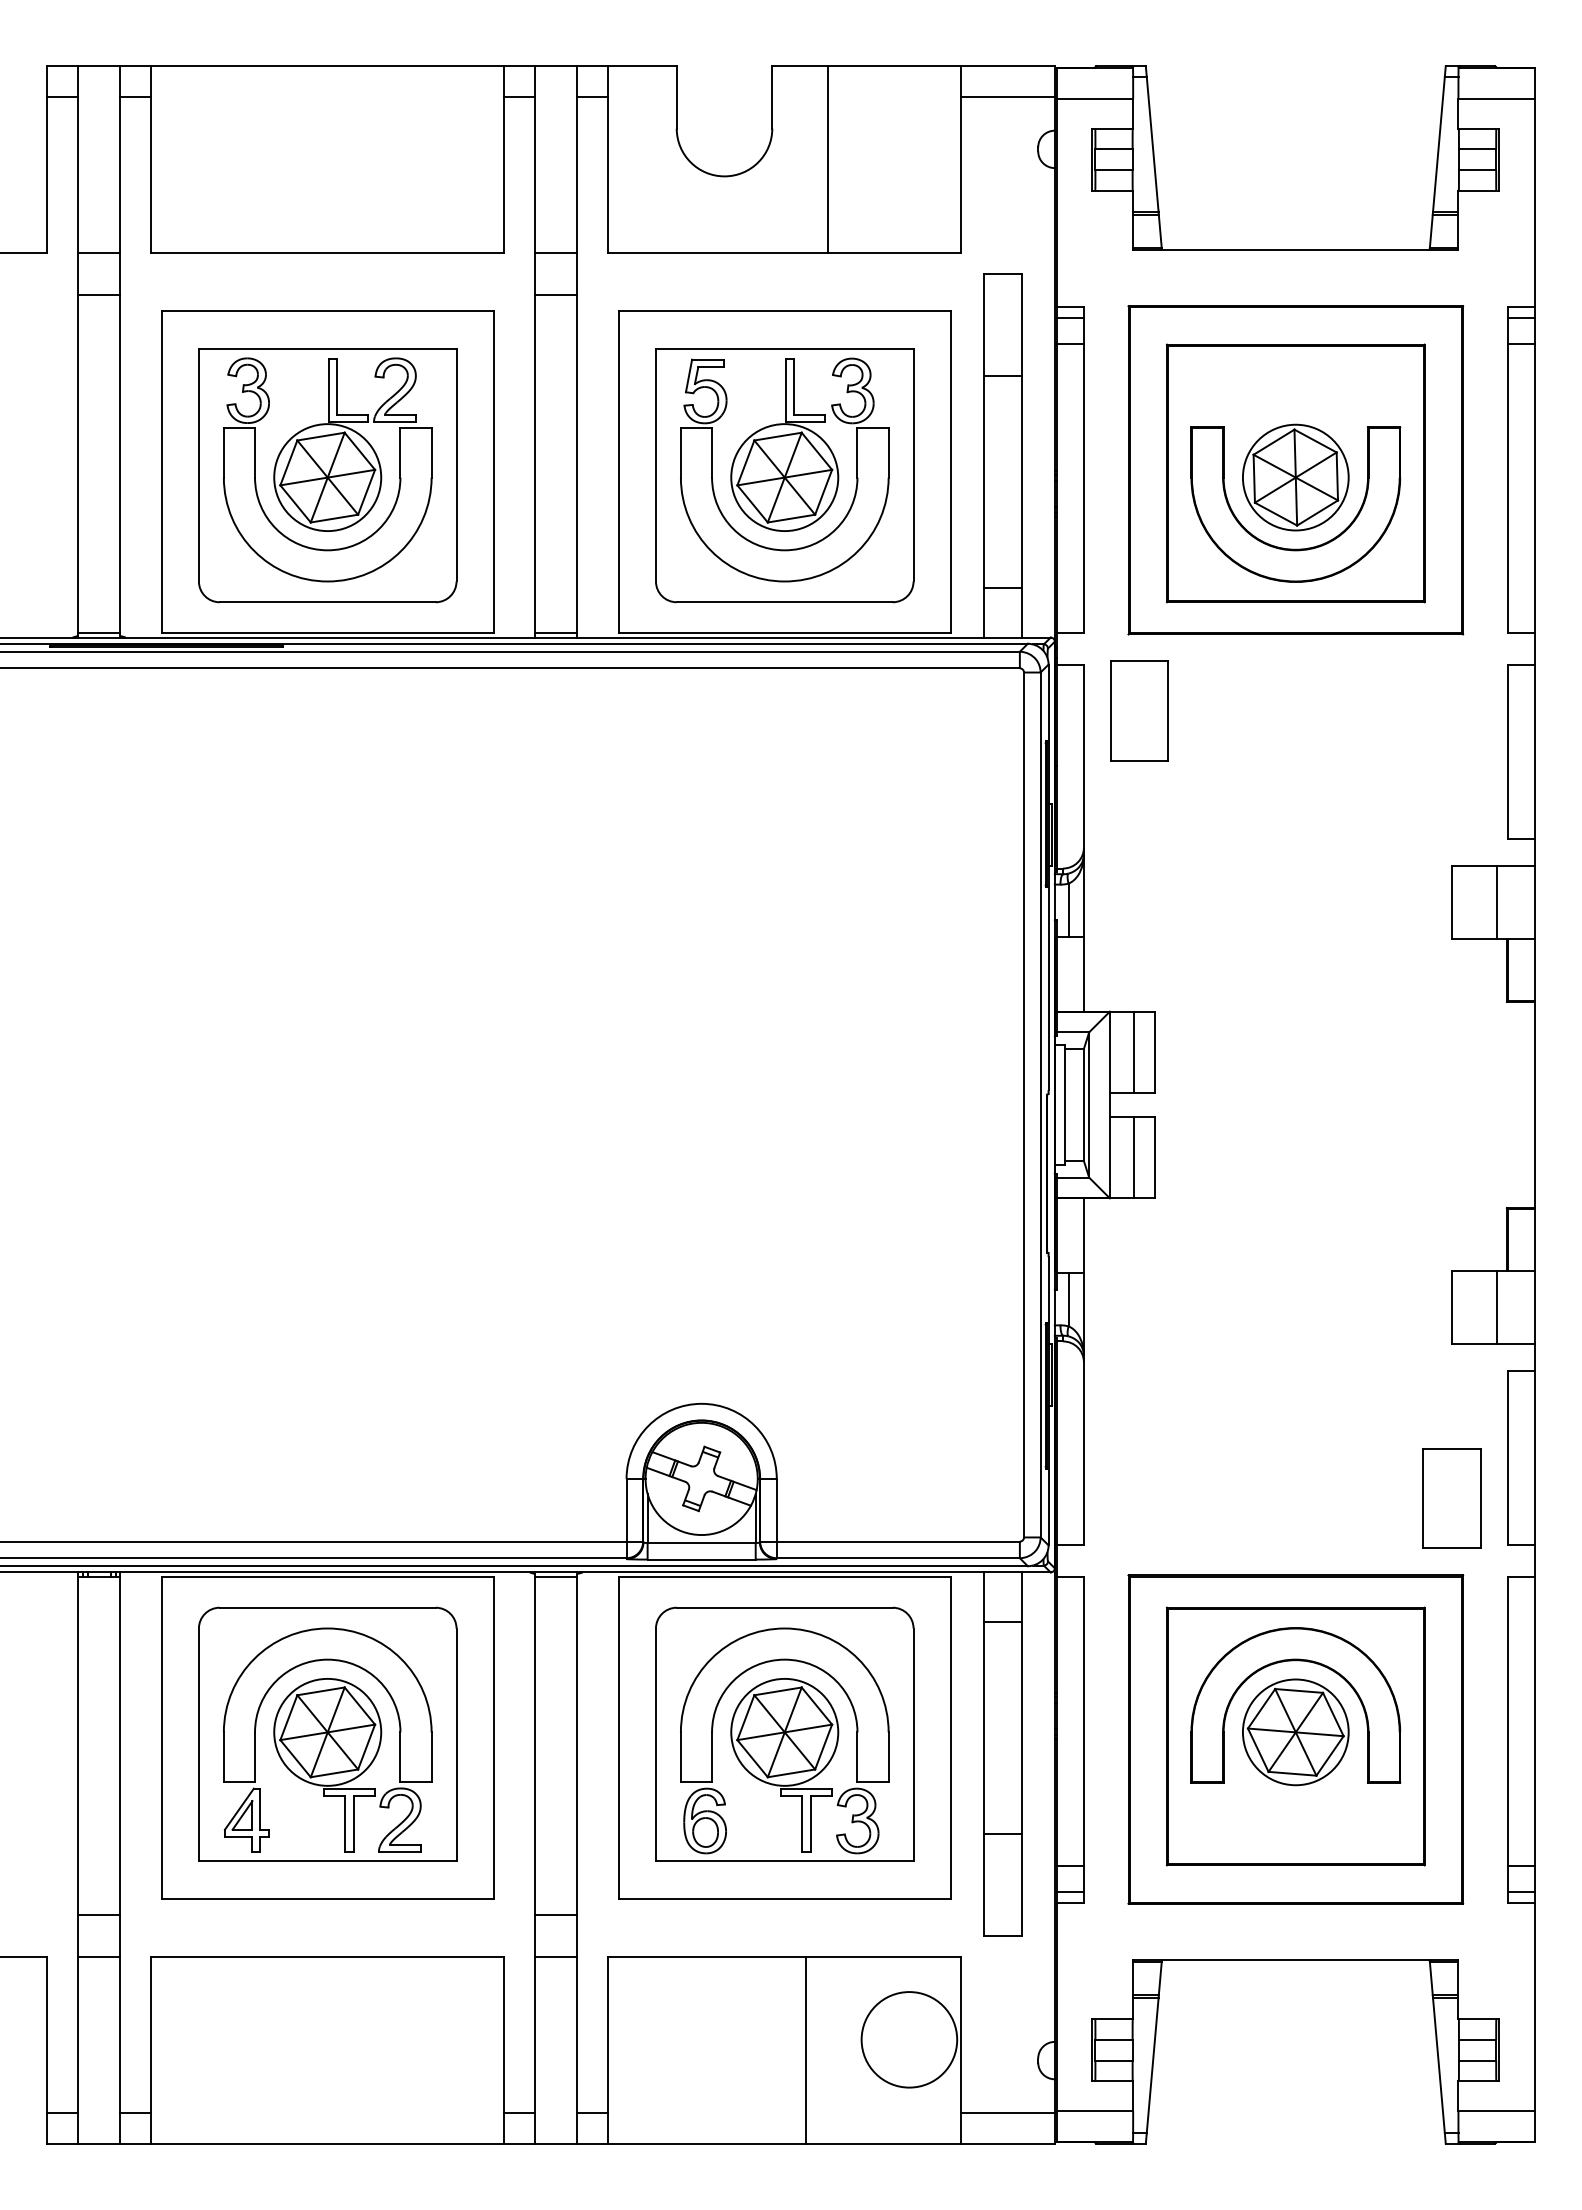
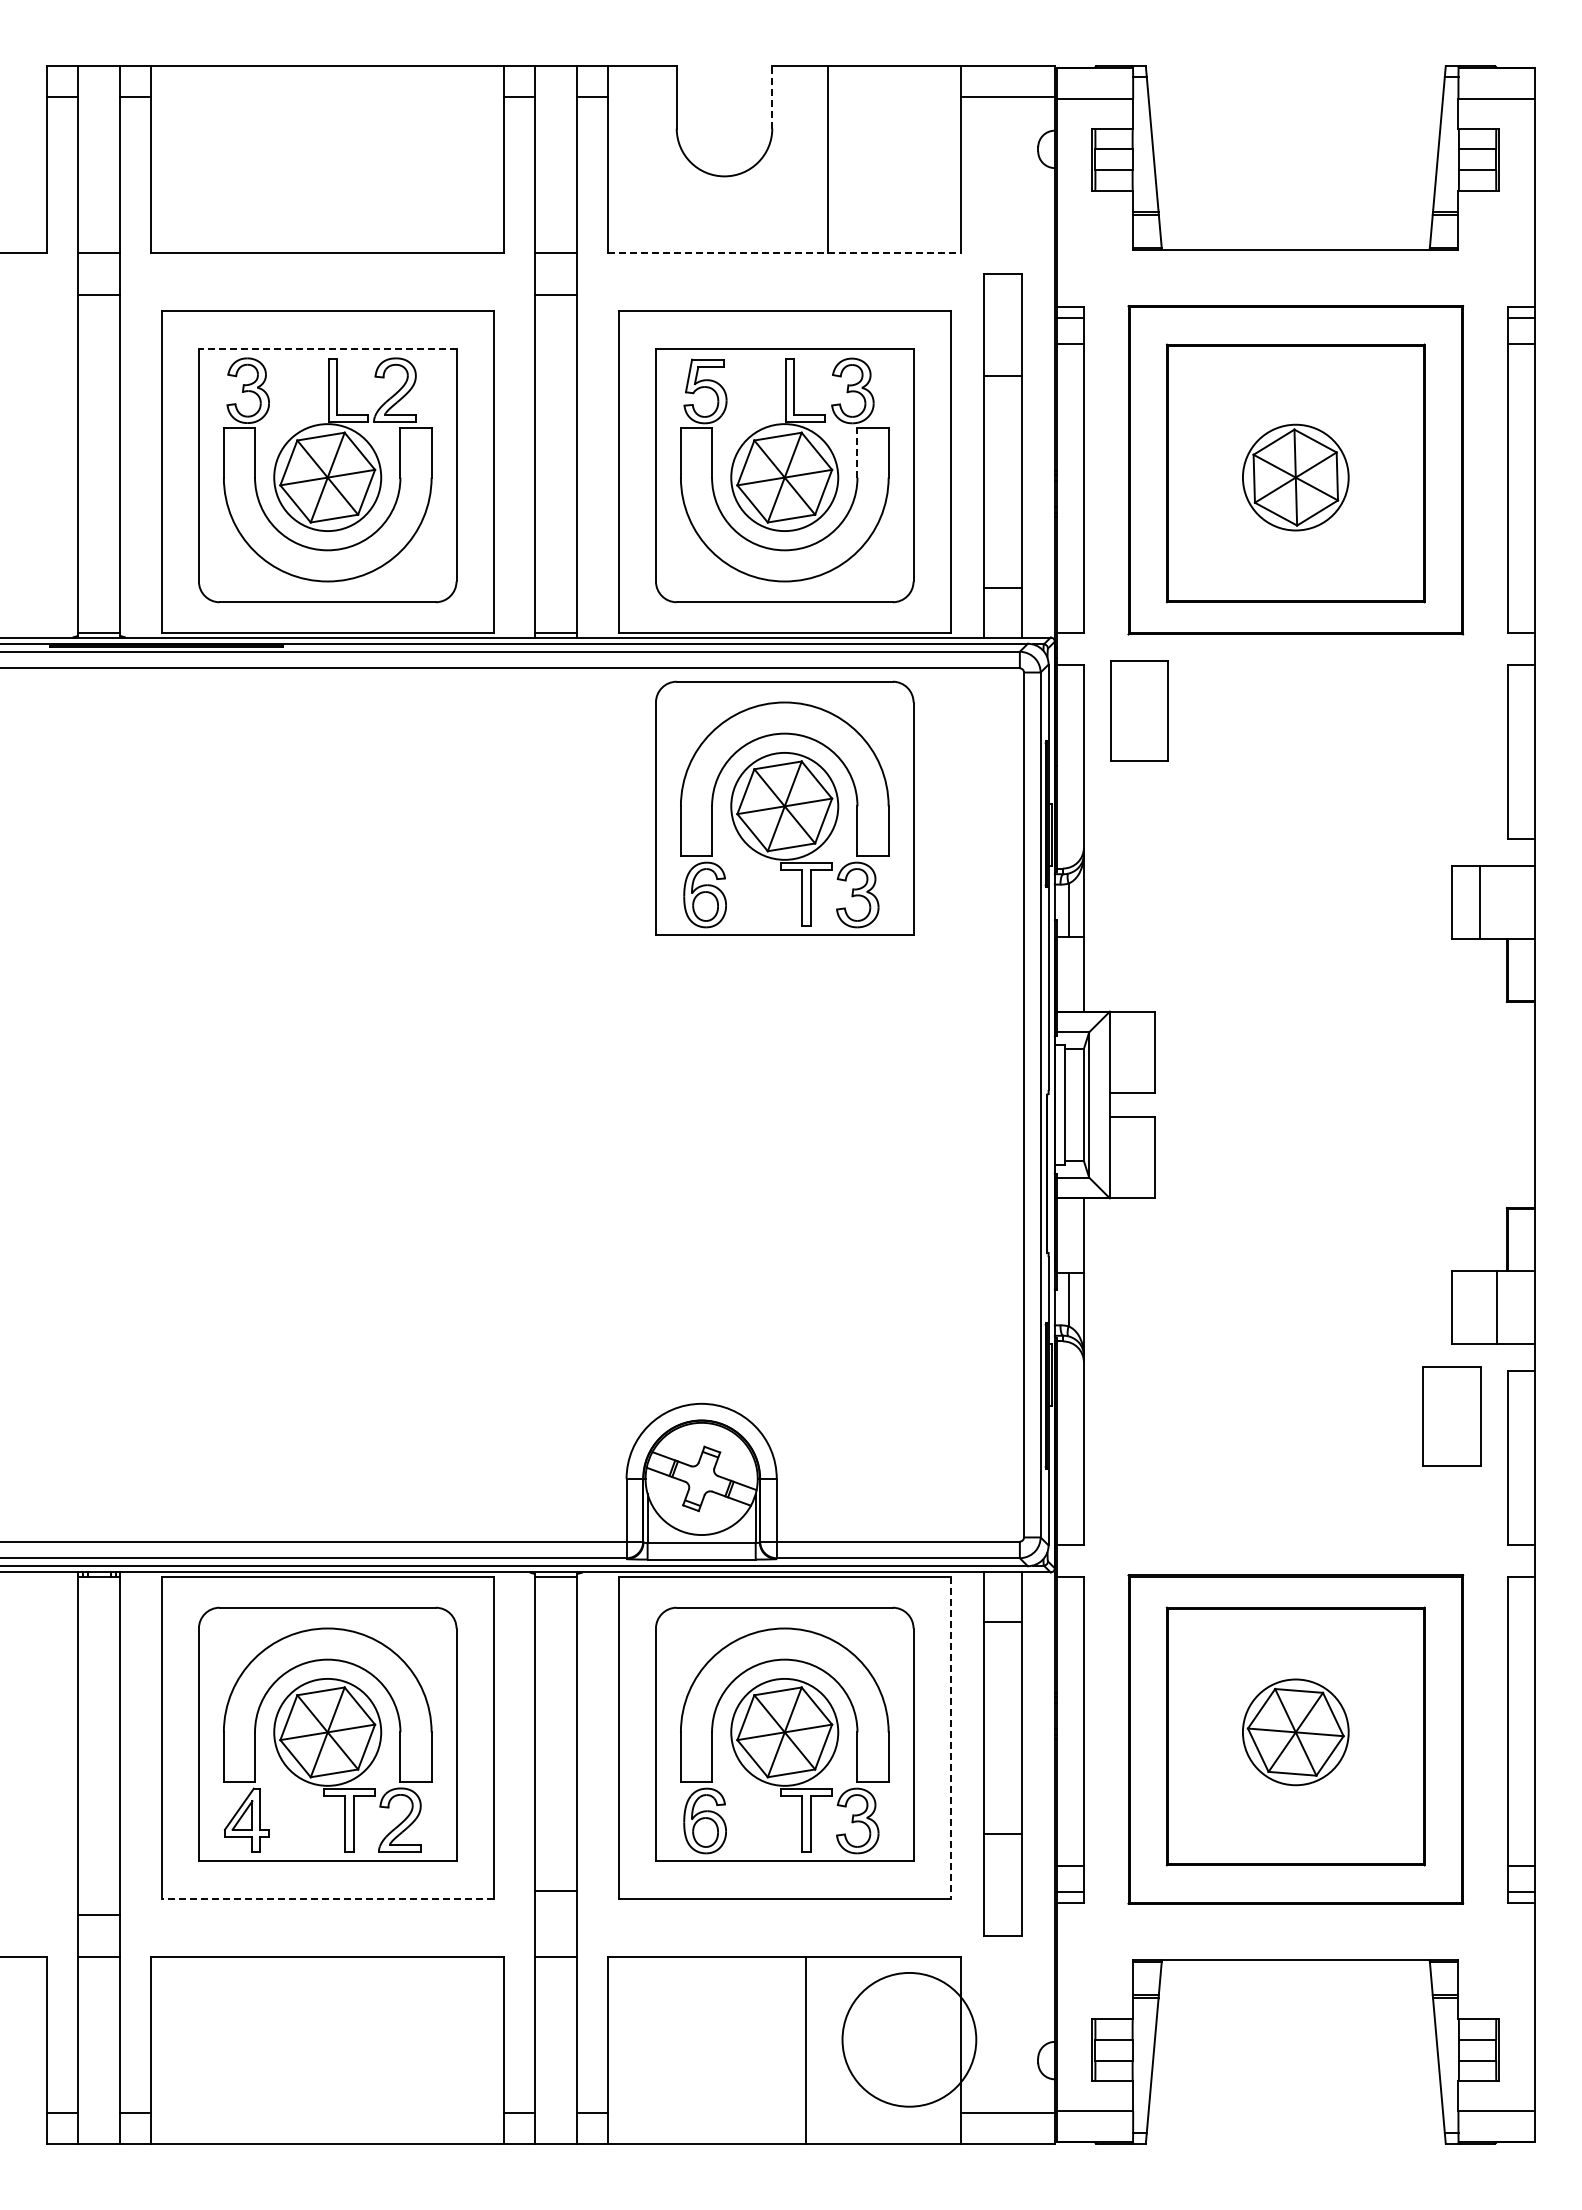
line at (772, 96): solid -> dashed
line at (784, 253): solid -> dashed
line at (327, 348): solid -> dashed
line at (857, 452): solid -> dashed
part at (1295, 548): present -> none
part at (784, 807): none -> present
line at (1497, 902) position: (1497, 902) -> (1480, 902)
line at (1133, 1051): present -> none
line at (1133, 1157): present -> none
part at (1451, 1498) position: (1451, 1498) -> (1451, 1416)
part at (1295, 1661): present -> none
line at (950, 1737): solid -> dashed
line at (327, 1898): solid -> dashed
line at (556, 1915) position: (556, 1915) -> (556, 1891)
circle at (909, 2039) diameter: 96 px -> 134 px
